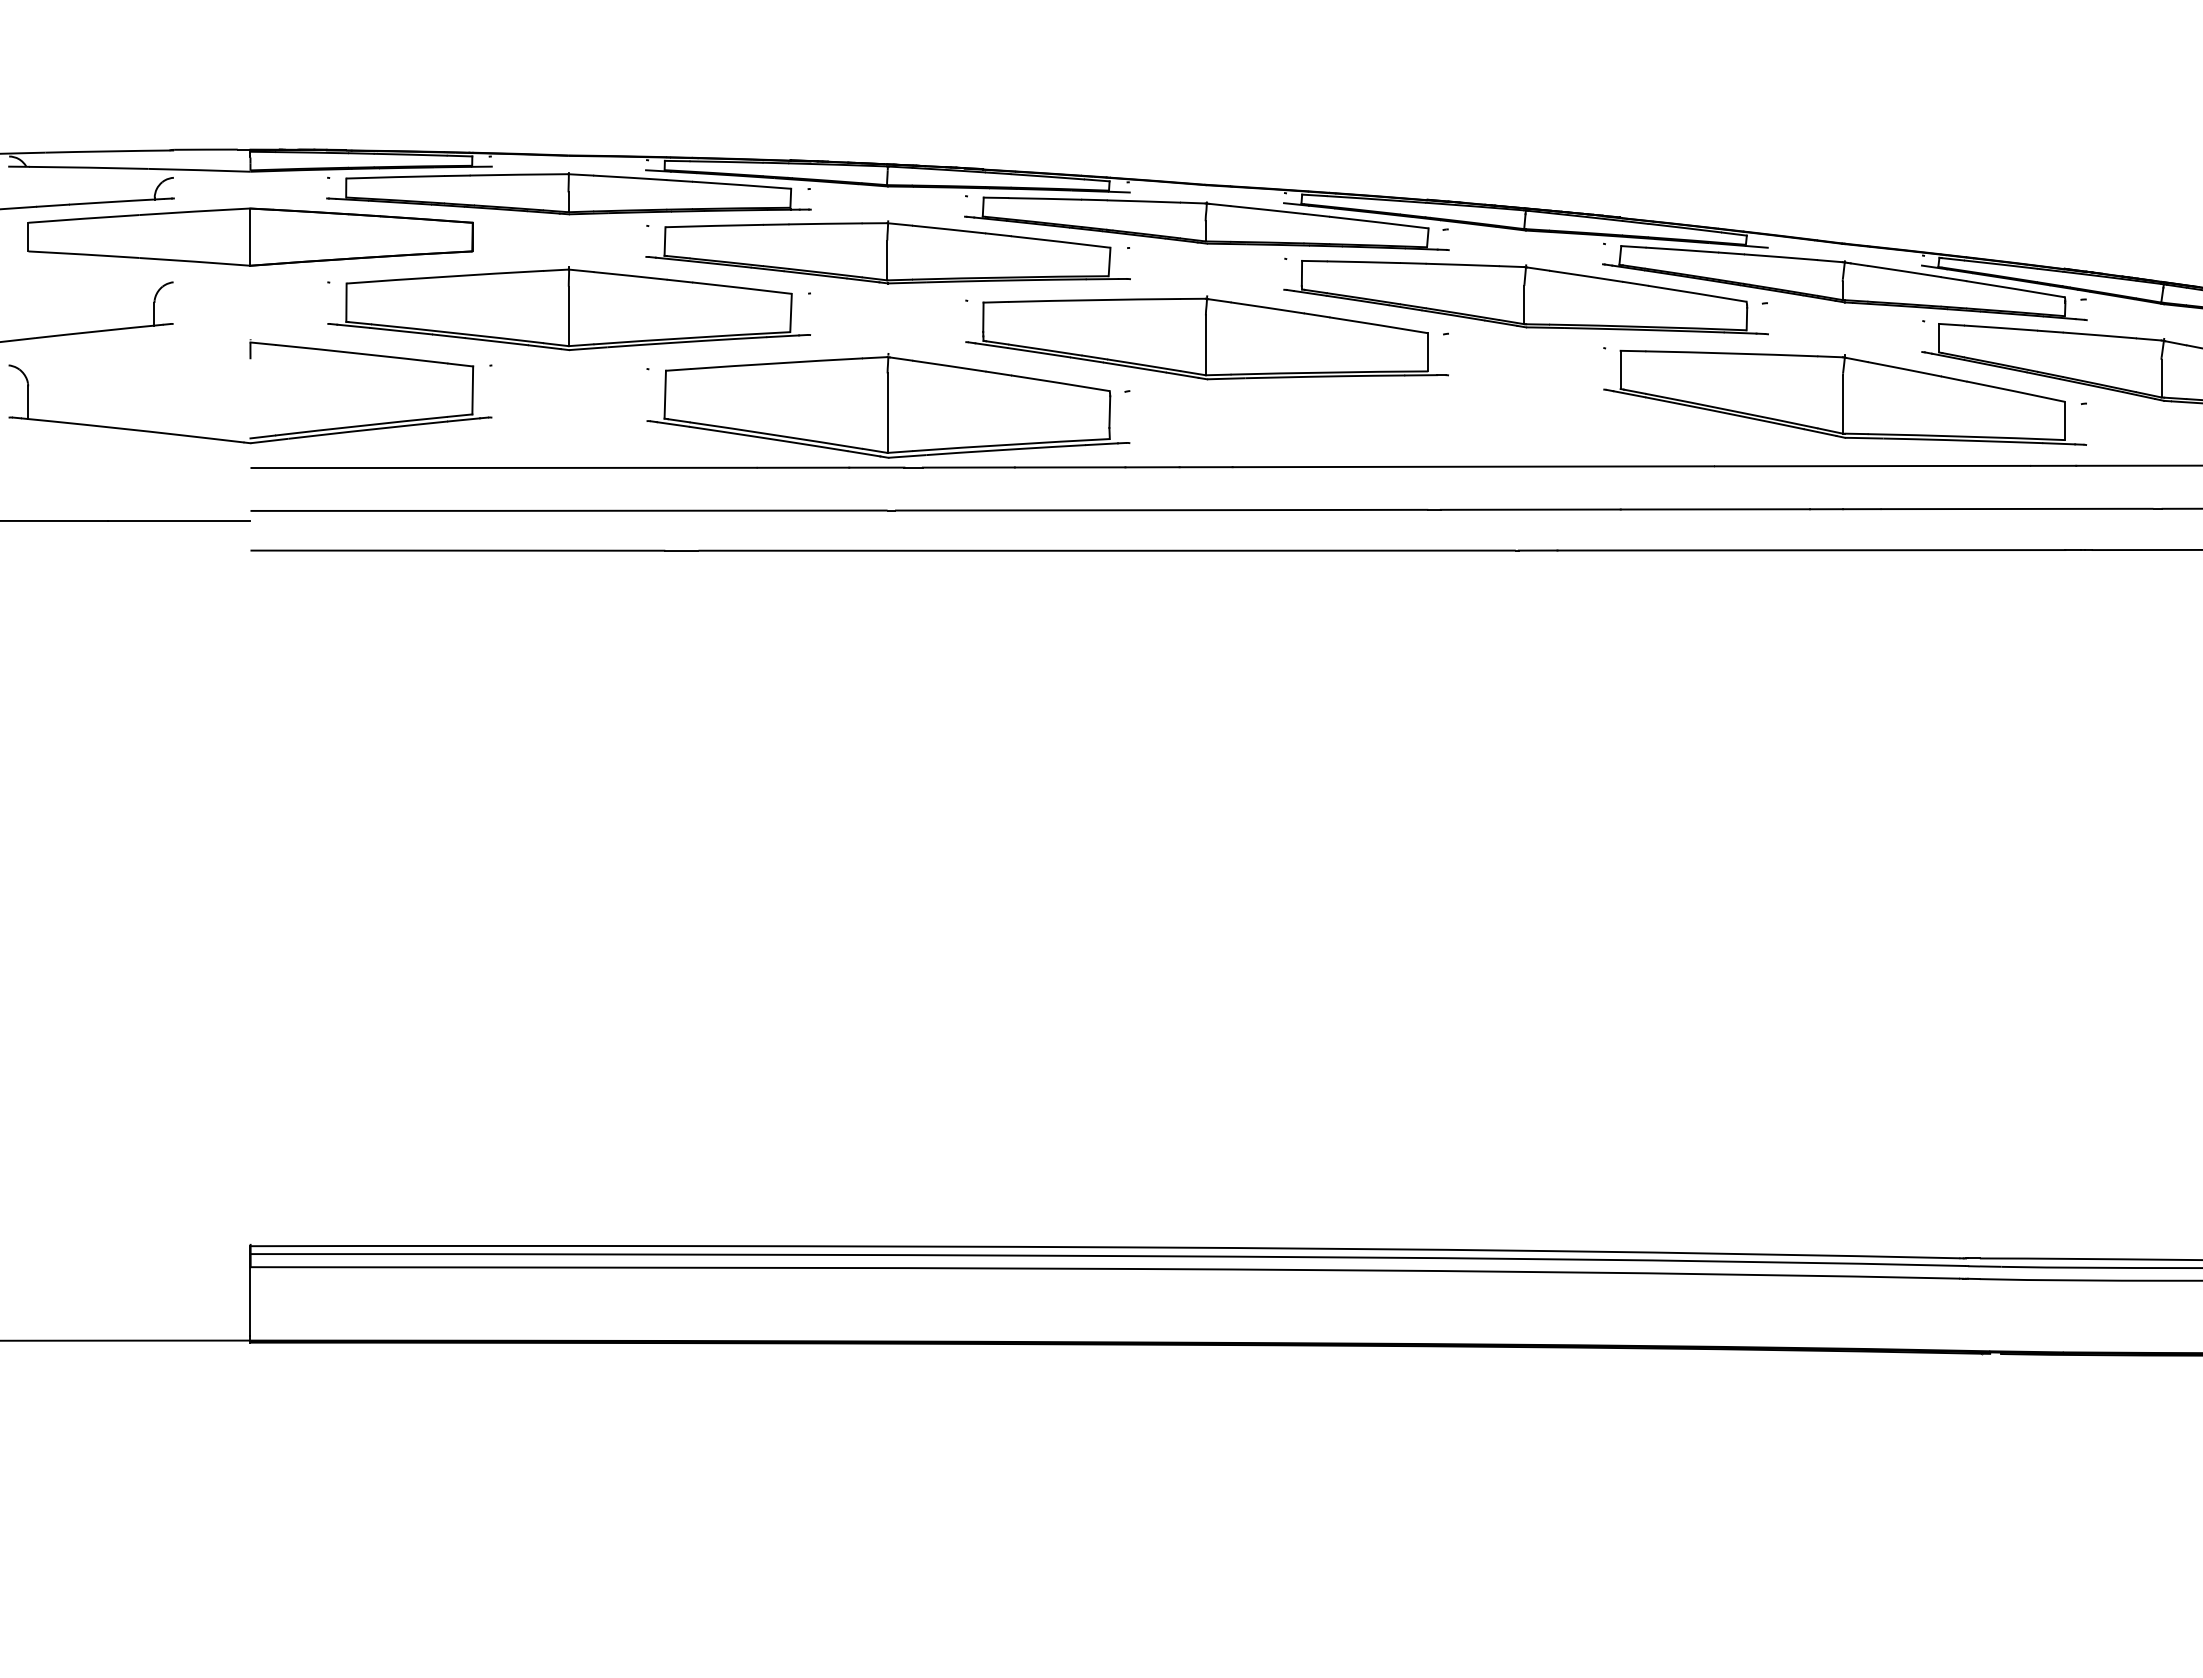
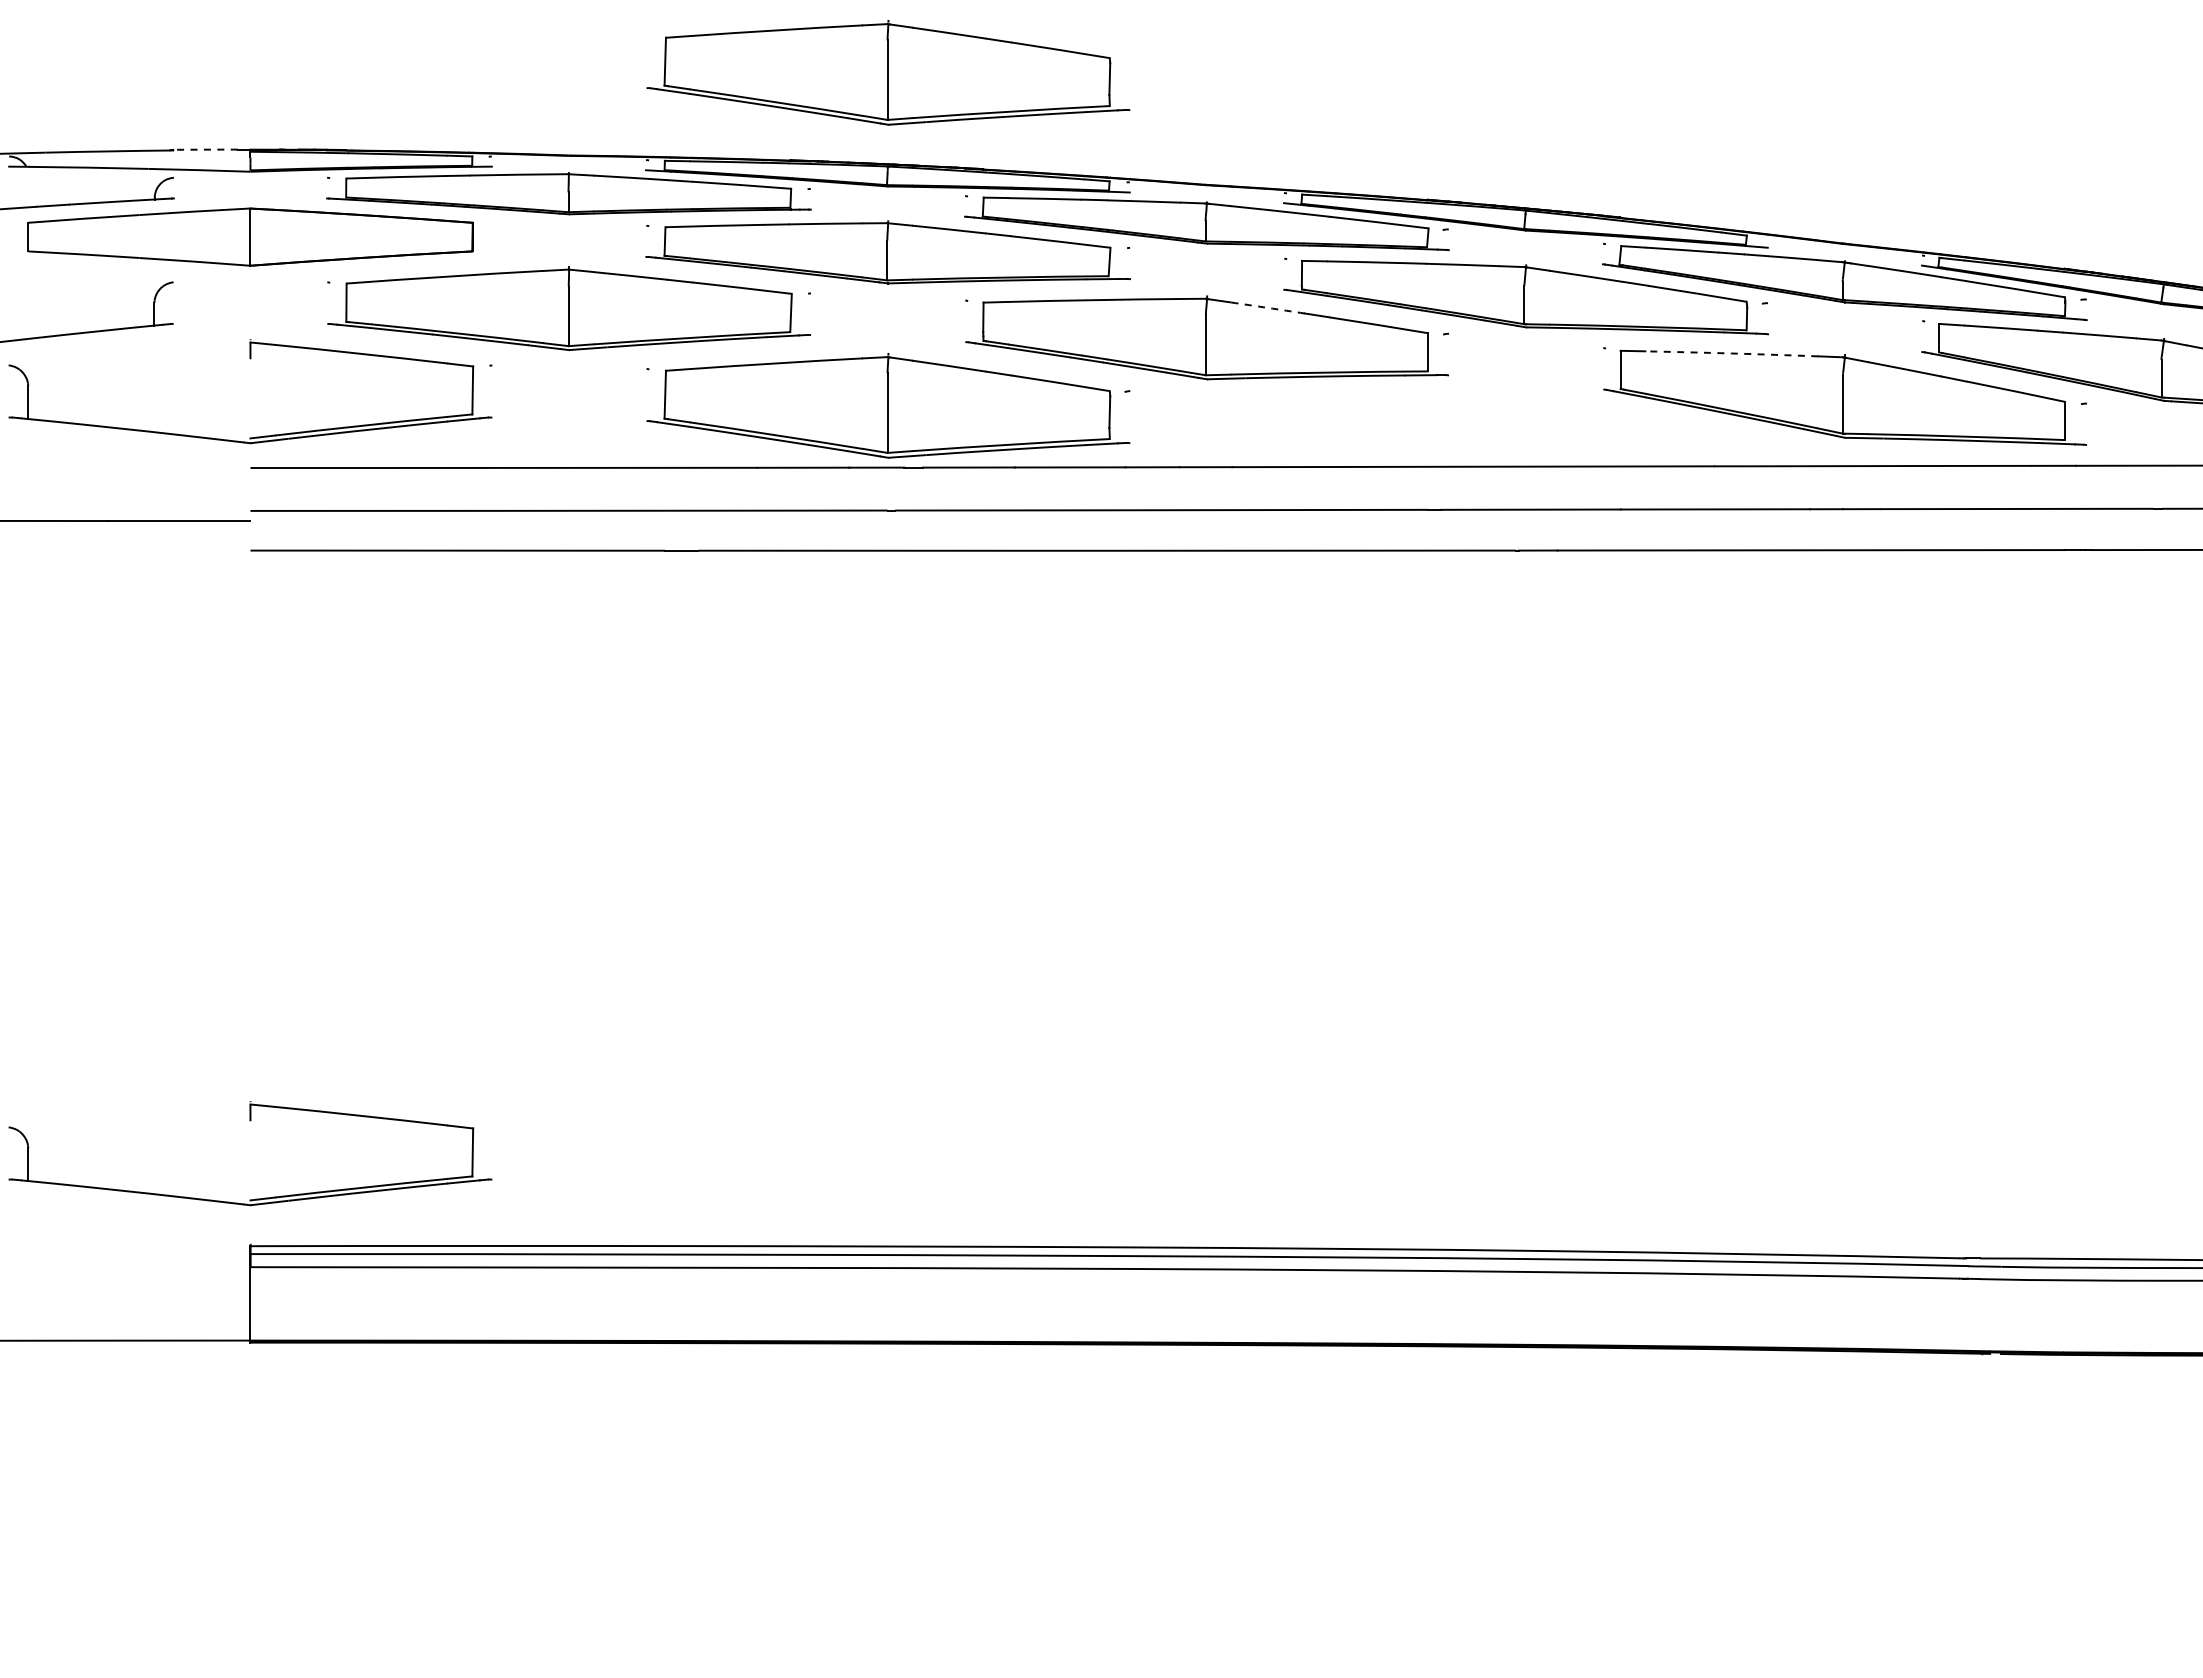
part at (888, 72): none -> present
arc at (205, 149): solid -> dashed
arc at (1267, 307): solid -> dashed
arc at (1731, 353): solid -> dashed
part at (250, 1121): none -> present
